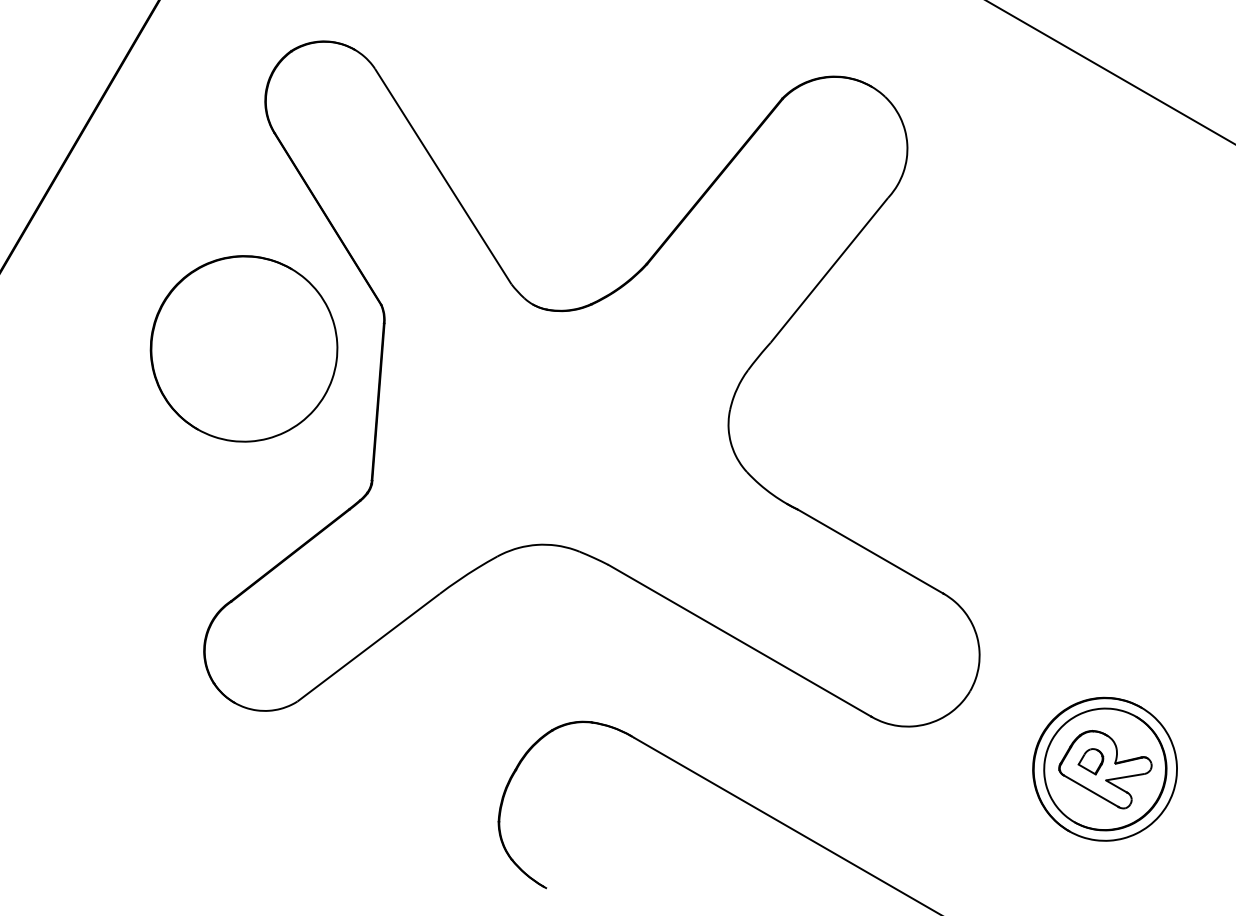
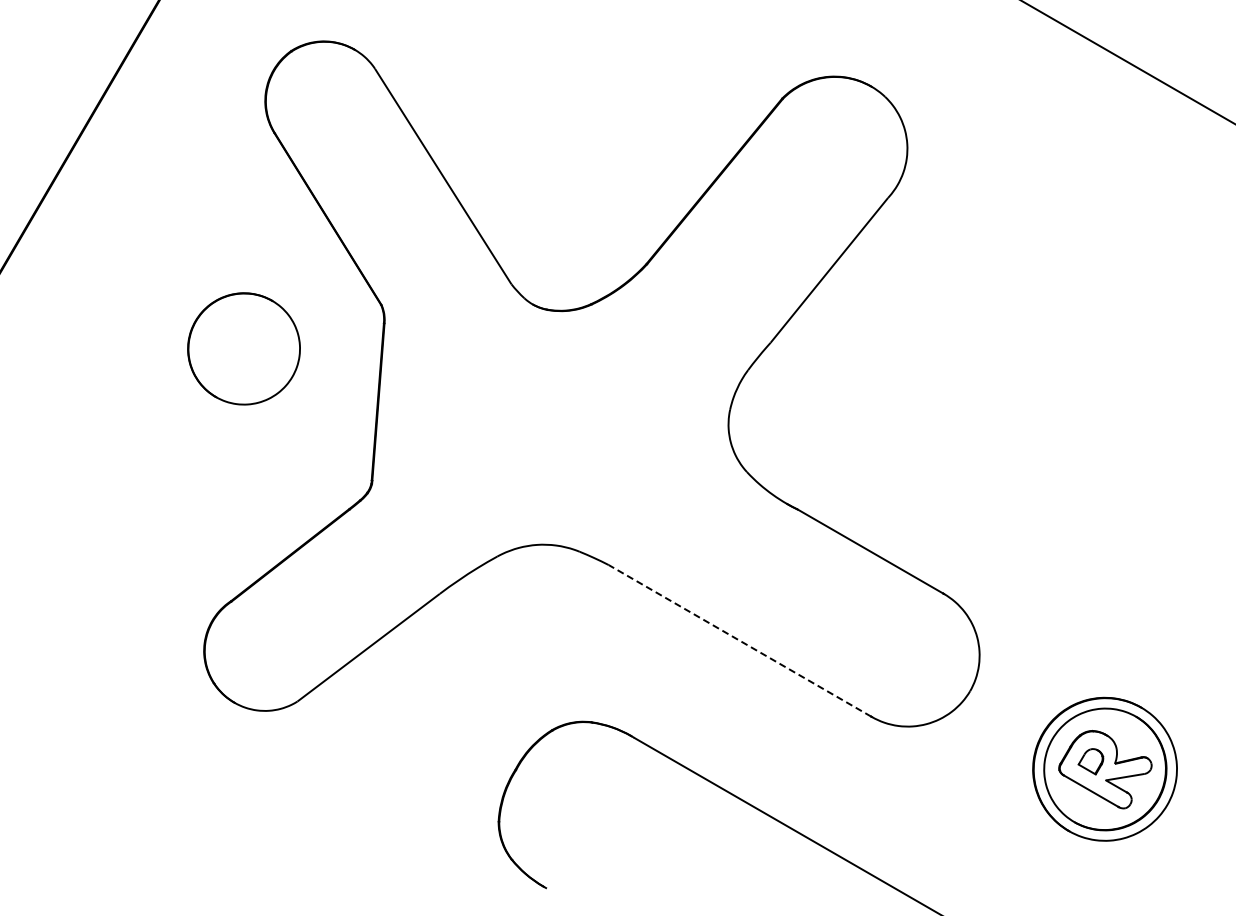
line at (1110, 72) position: (1110, 72) -> (1127, 62)
part at (243, 348) size: 190x188 px -> 114x114 px
line at (740, 640): solid -> dashed
